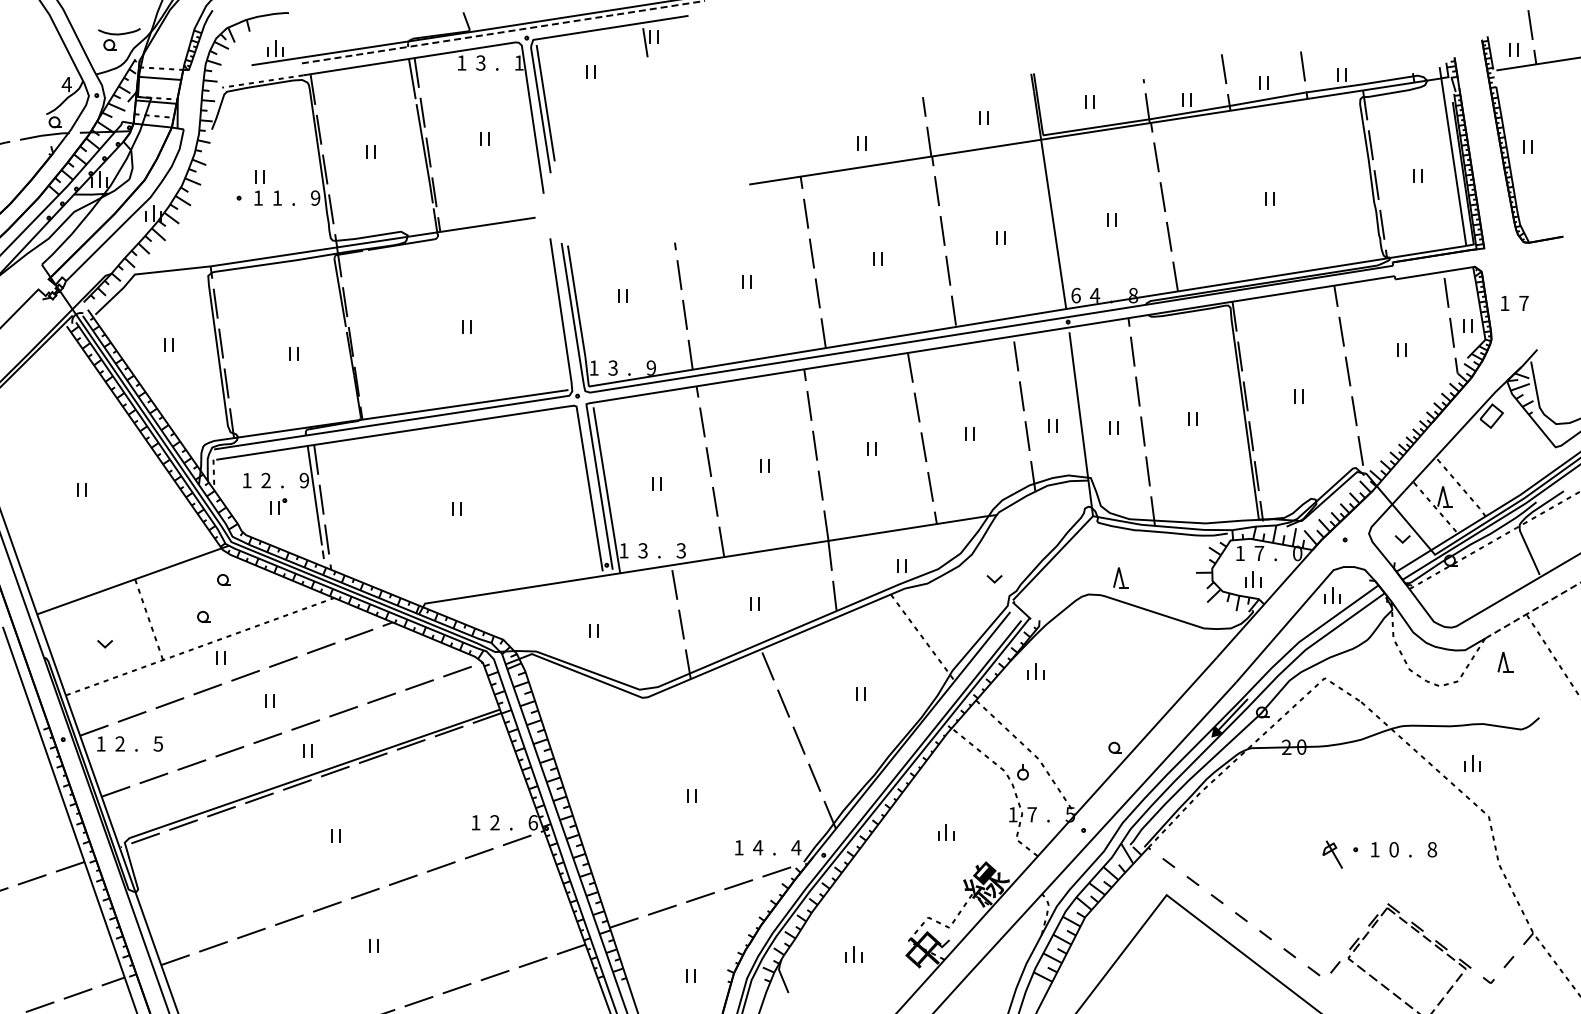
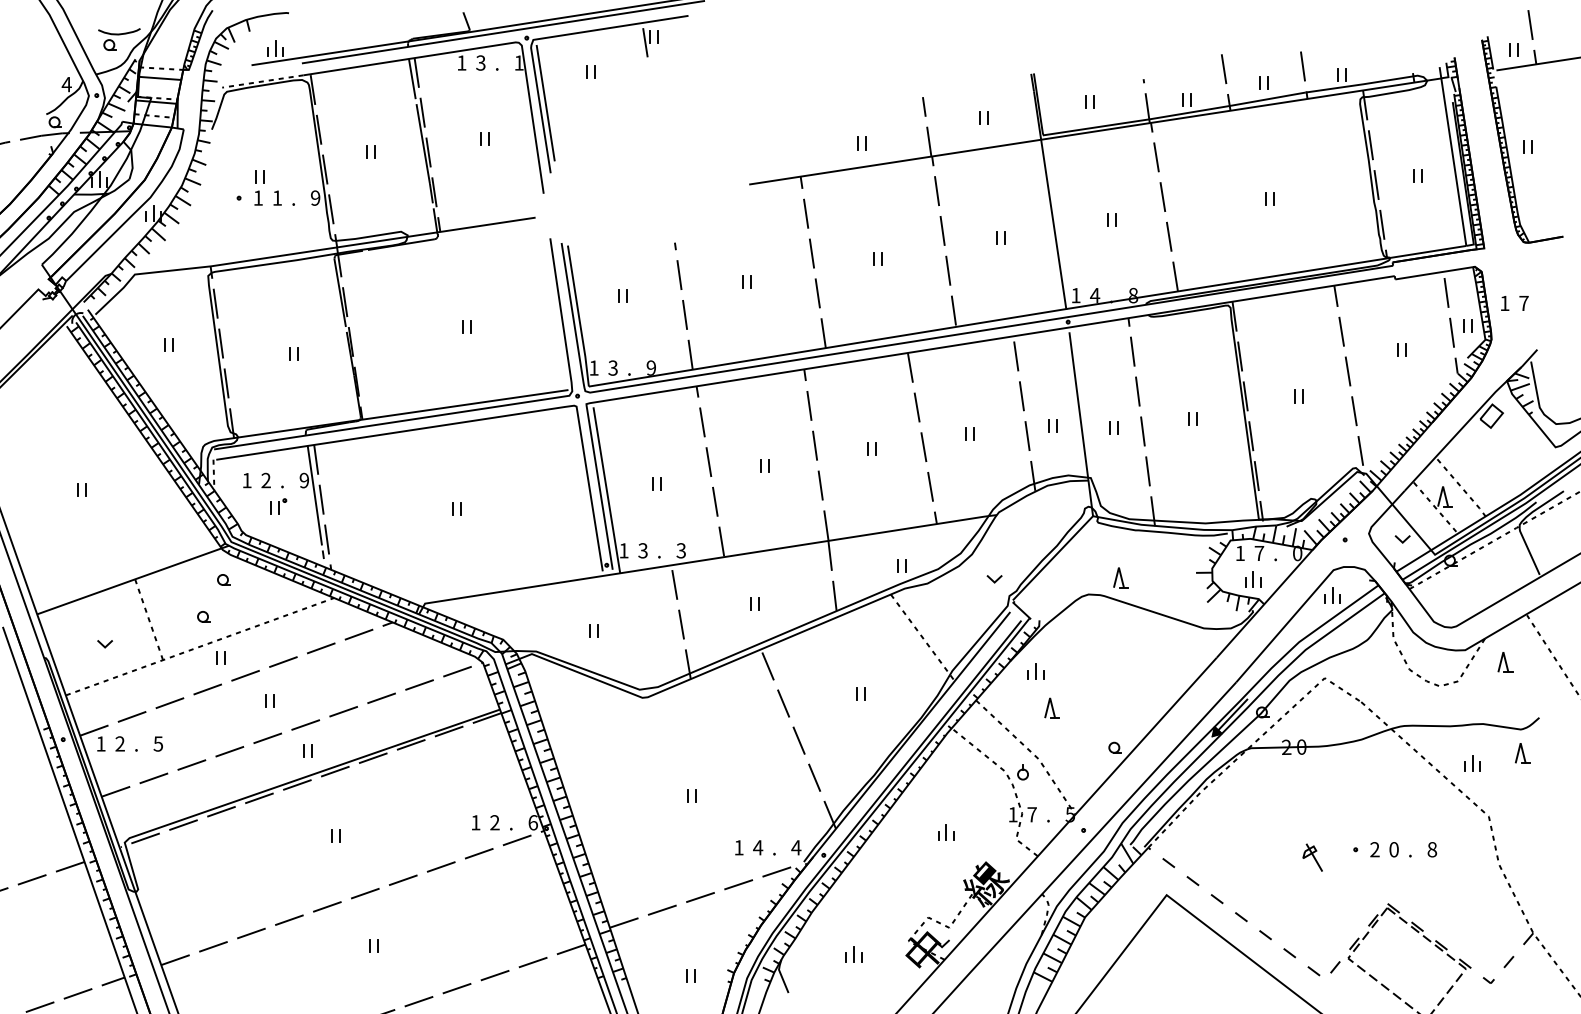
line at (503, 32): dashed -> solid
text at (1075, 295): 6 -> 1
line at (1533, 610): dashed -> solid
part at (1051, 707): none -> present
part at (1522, 753): none -> present
text at (1374, 849): 1 -> 2
part at (1332, 854) position: (1332, 854) -> (1312, 857)
